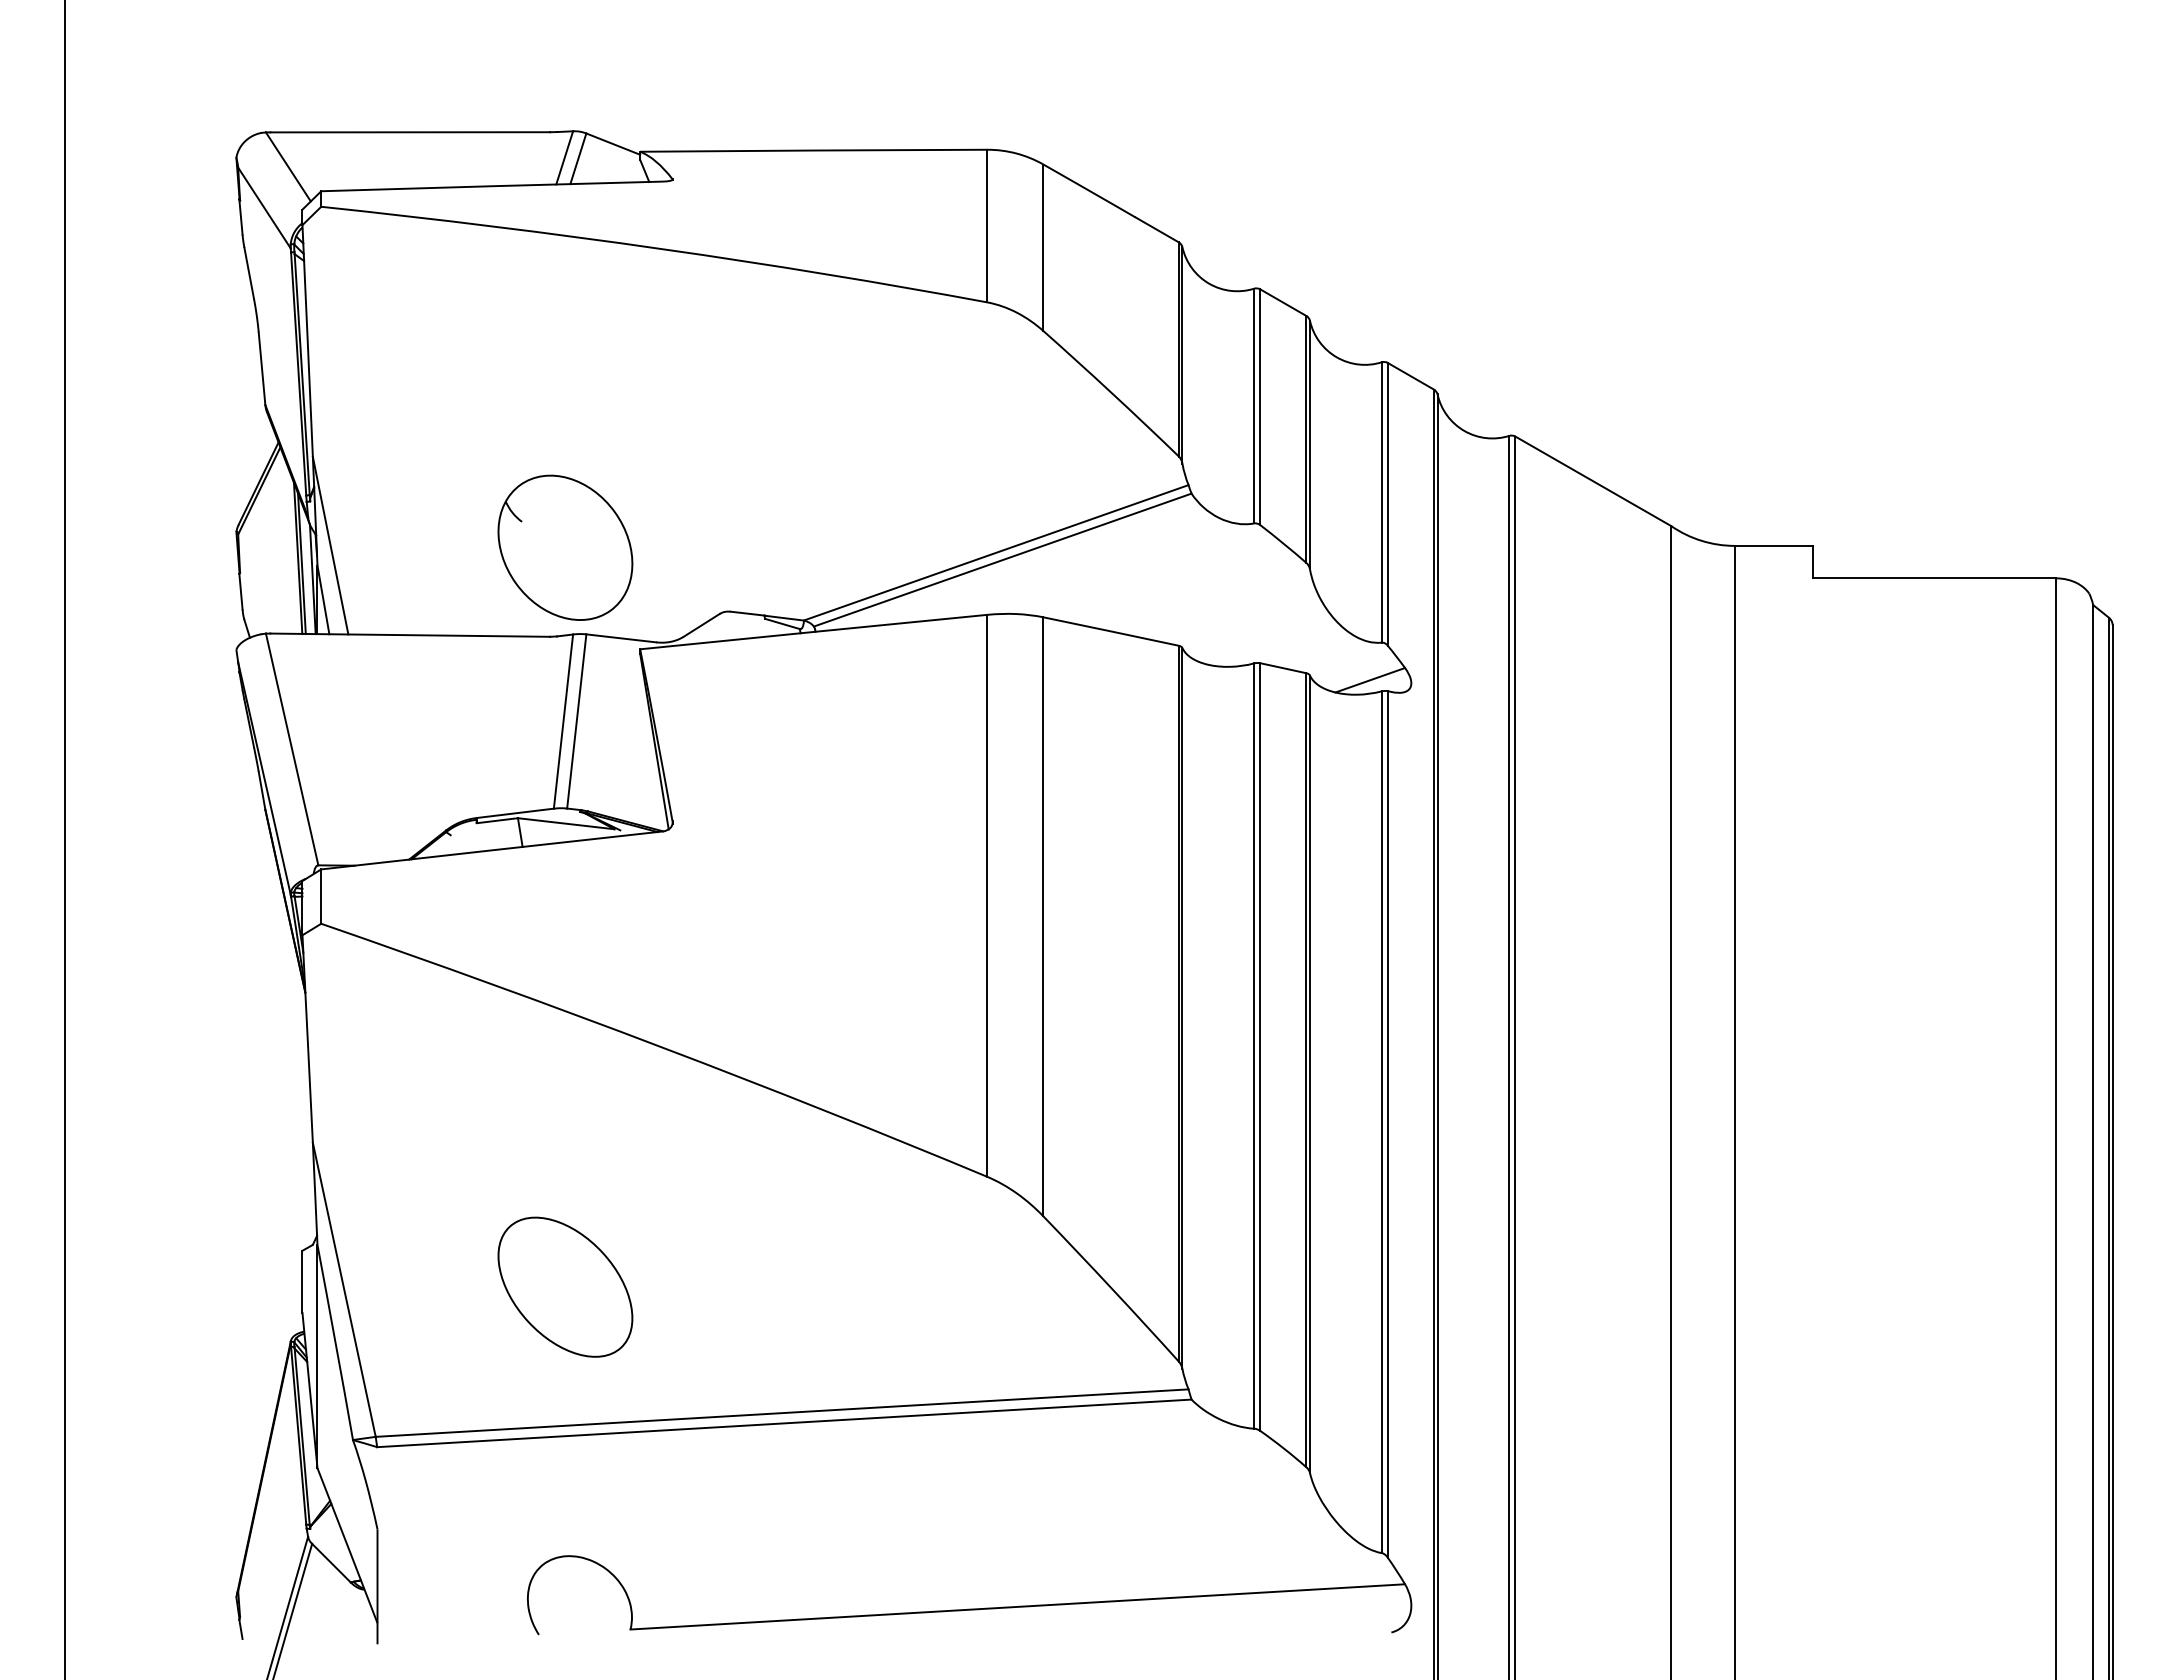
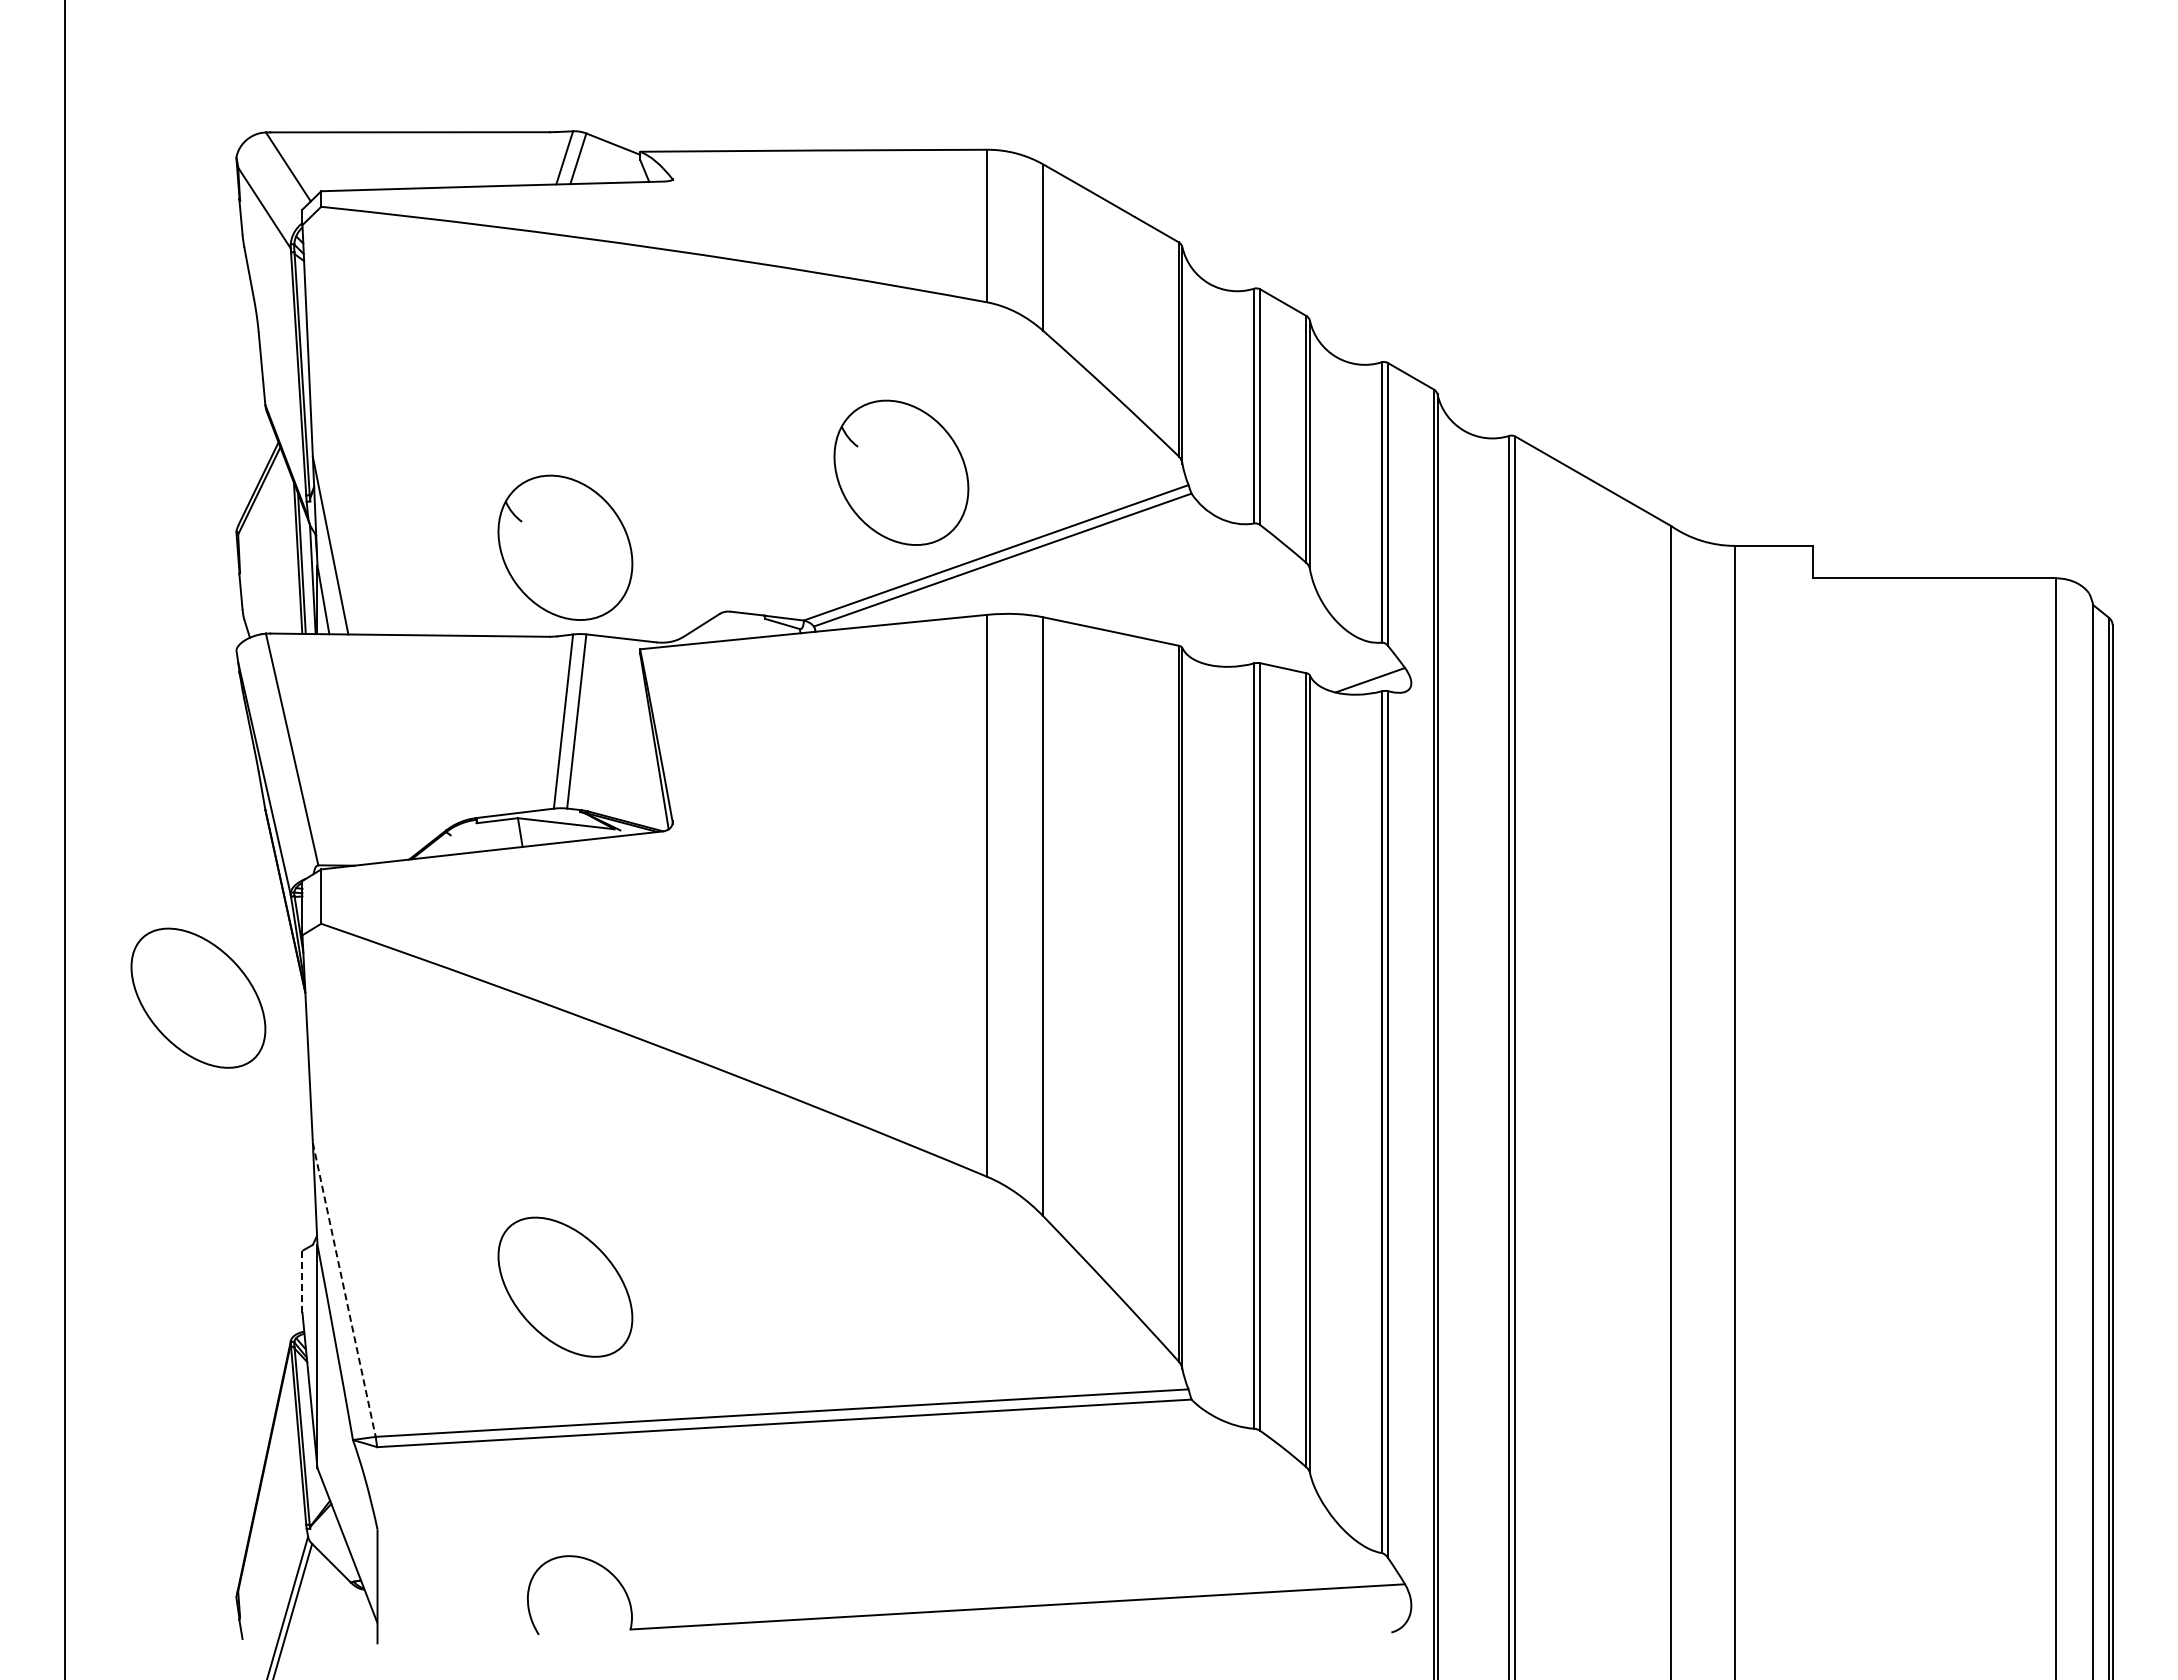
part at (901, 472): none -> present
part at (198, 997): none -> present
line at (302, 1282): solid -> dashed
line at (344, 1290): solid -> dashed
